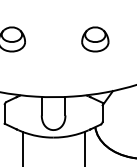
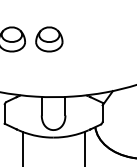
part at (95, 39) position: (95, 39) -> (49, 39)
